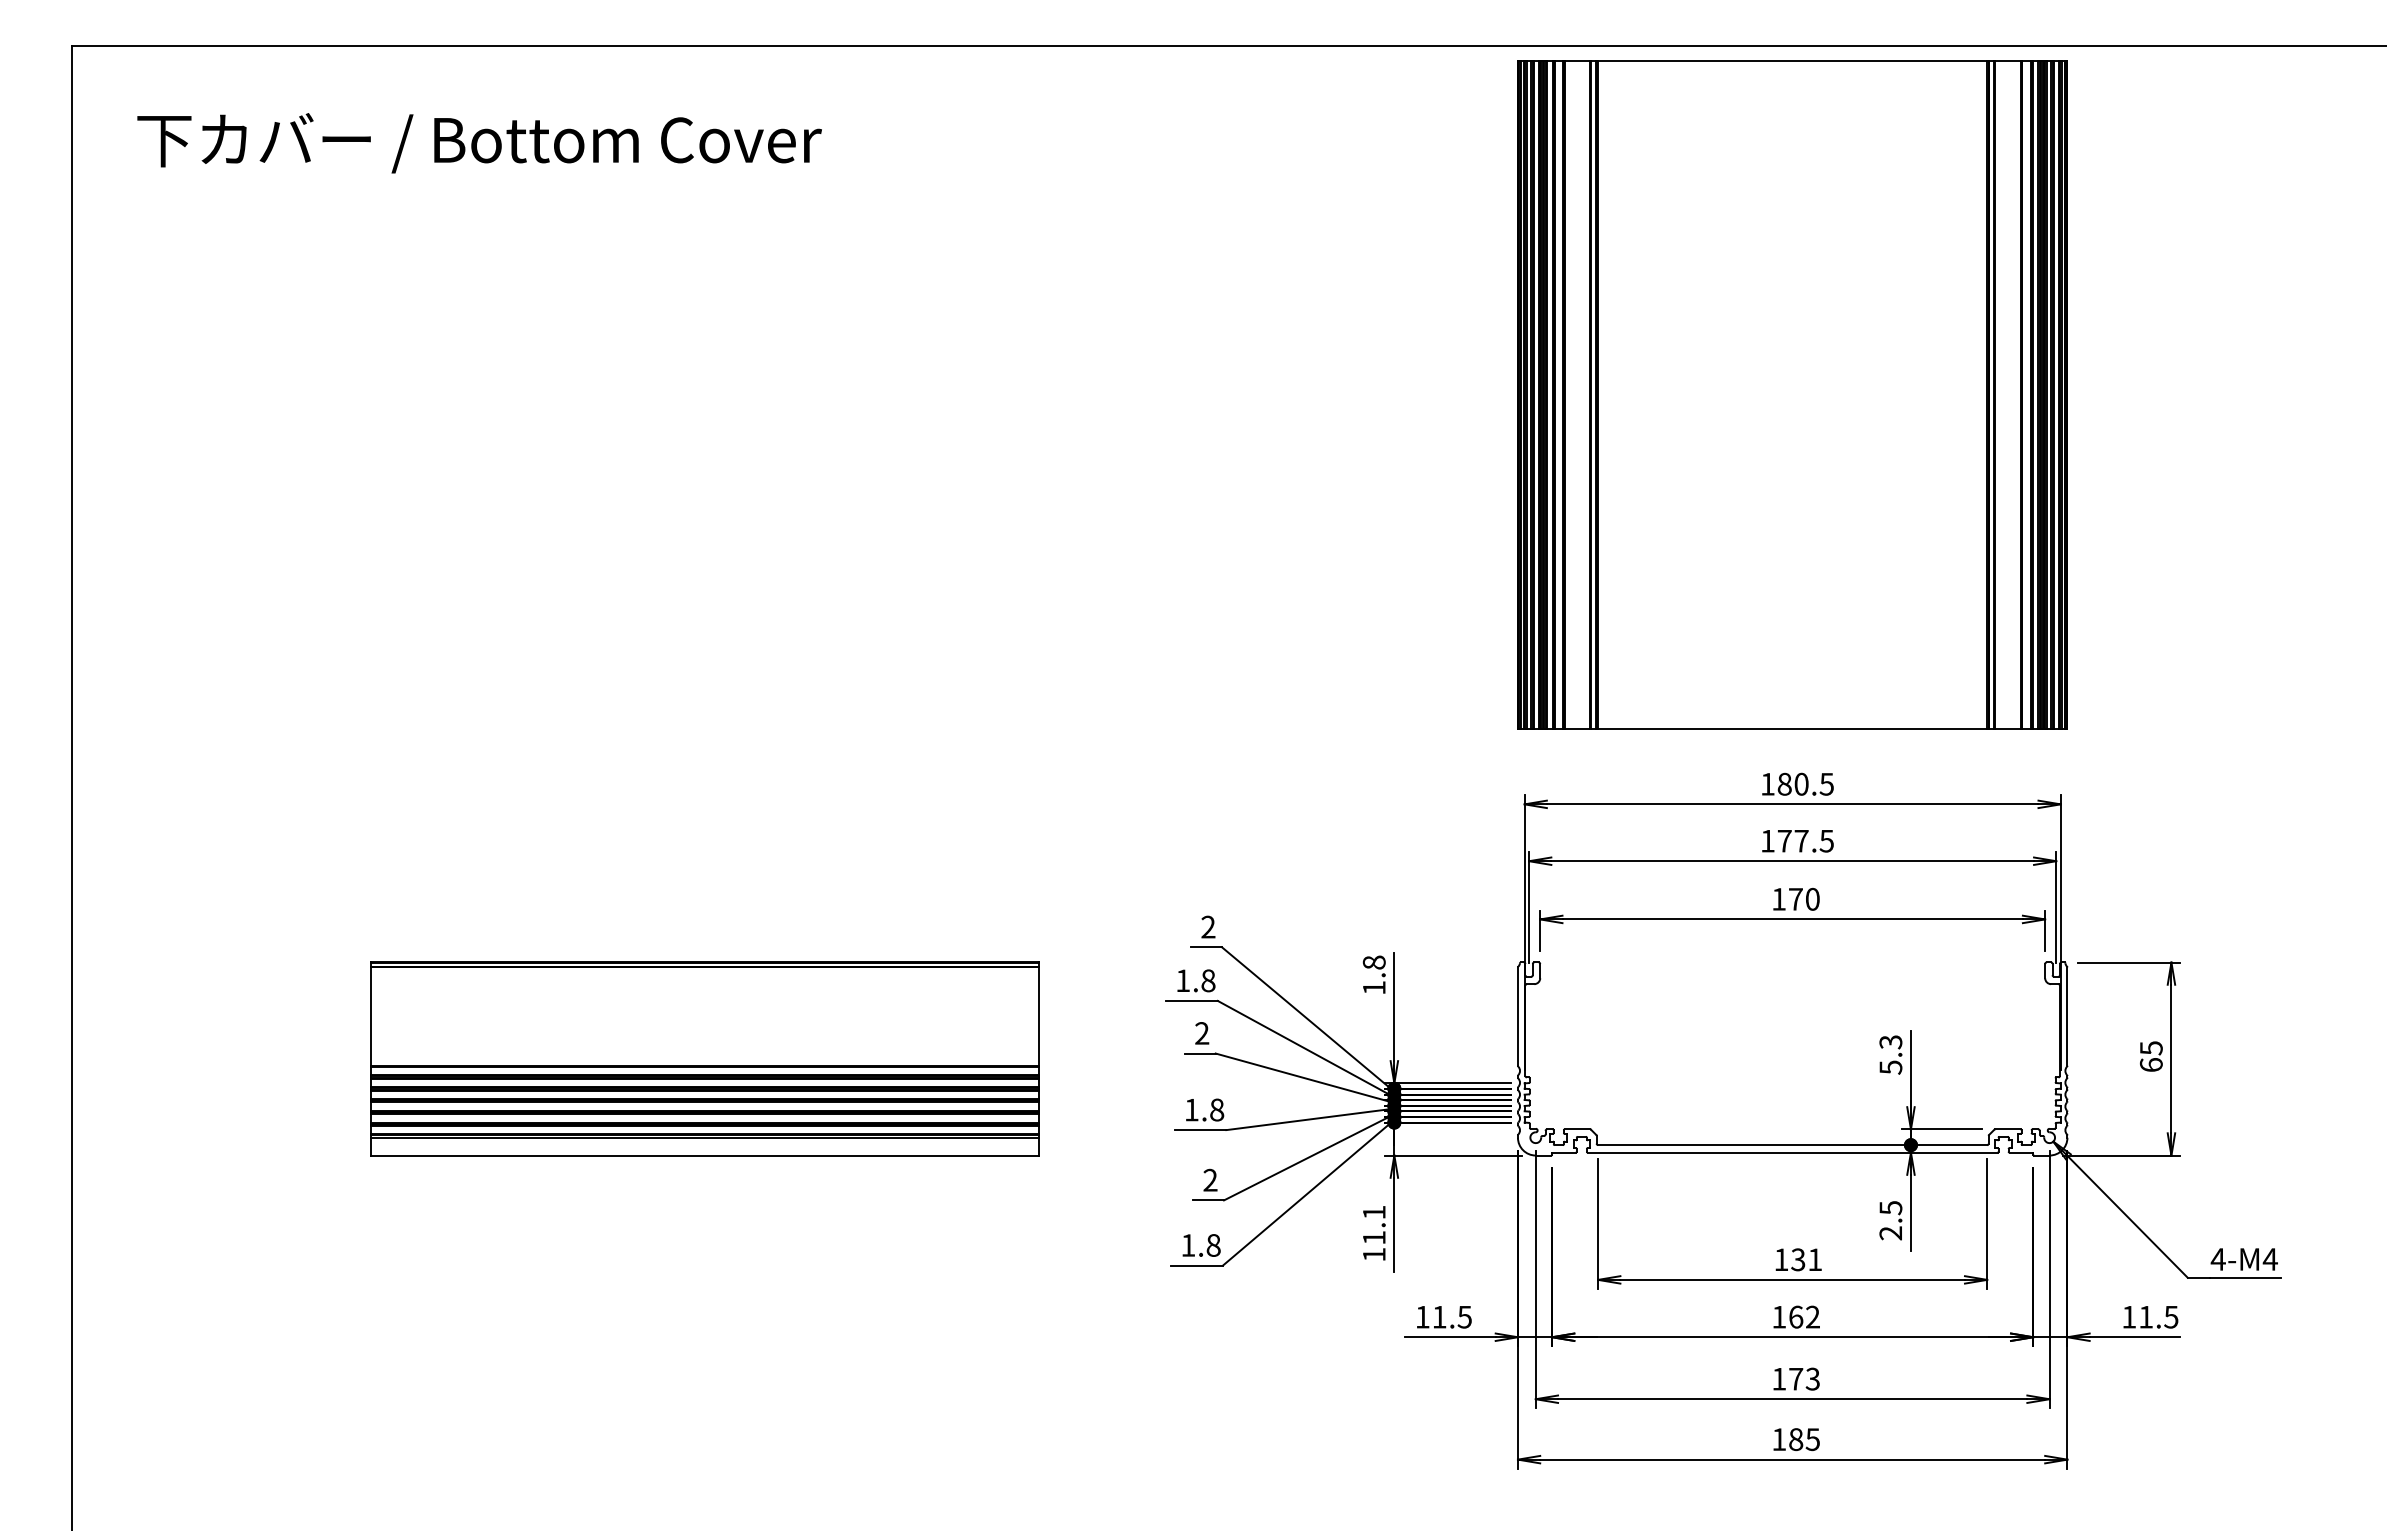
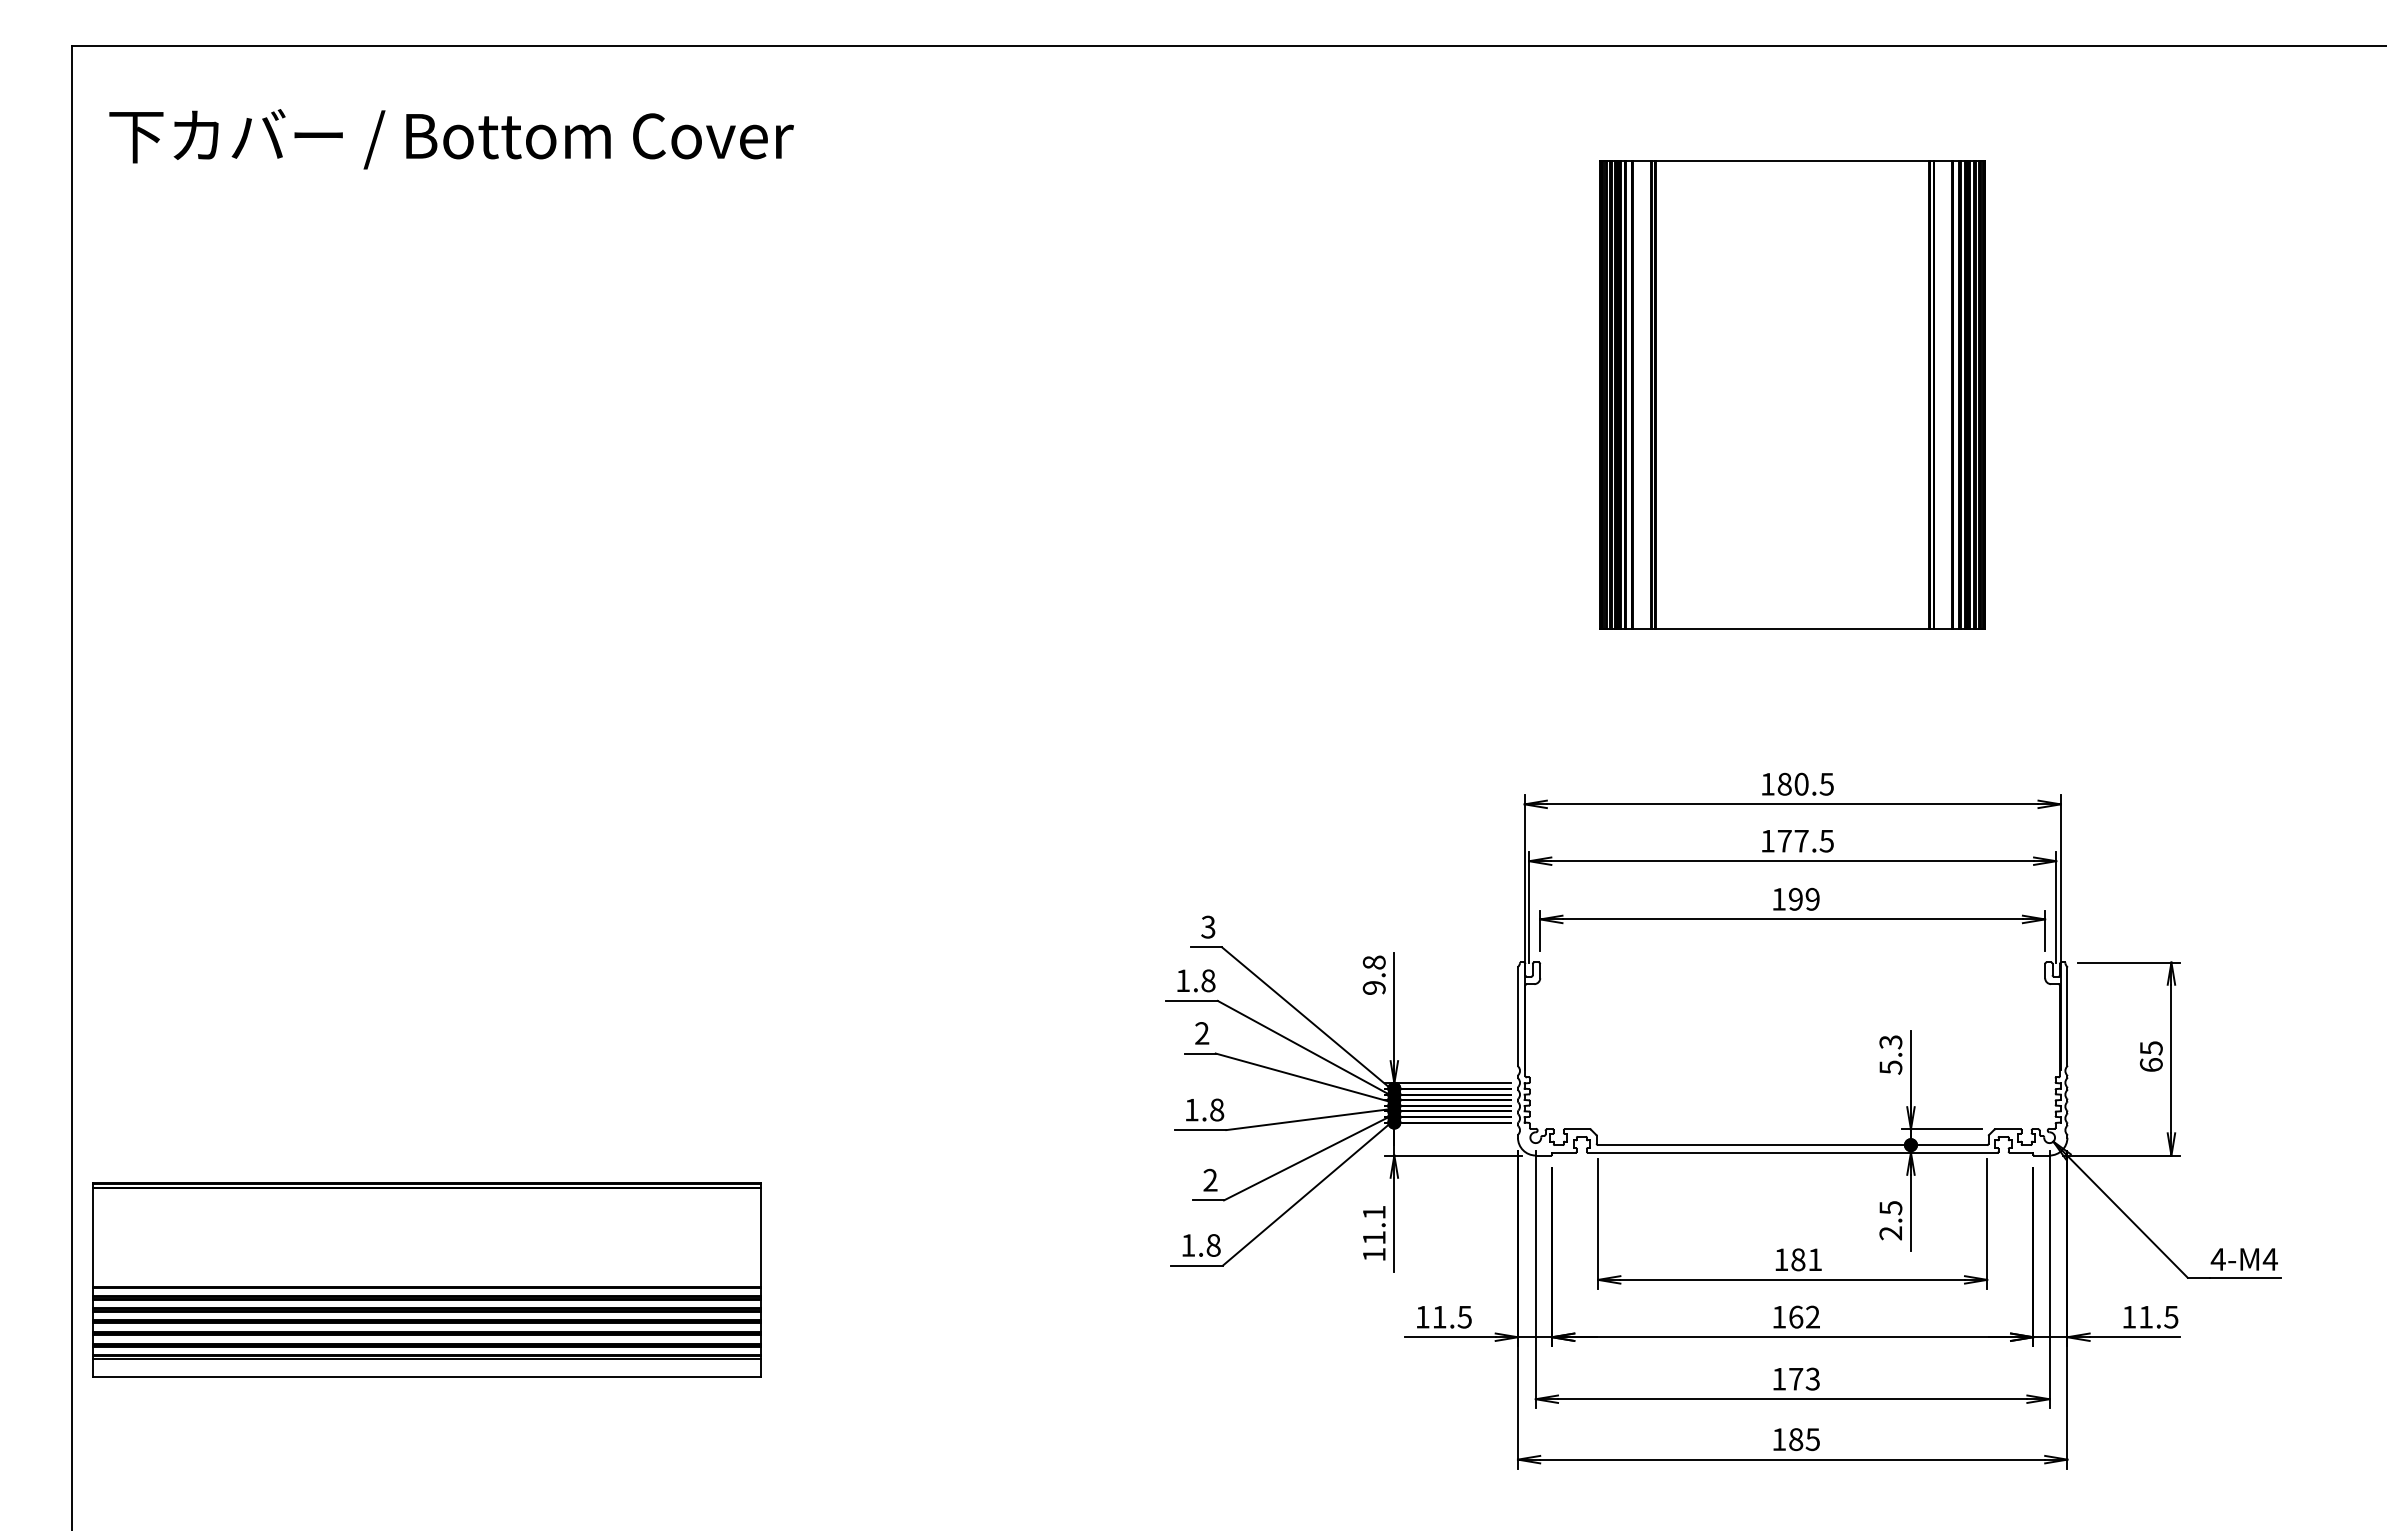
text at (479, 143) position: (479, 143) -> (451, 139)
part at (1792, 394) size: 551x670 px -> 387x470 px
text at (1804, 898): 170 -> 199
text at (1208, 927): 2 -> 3
text at (1373, 987): 1.8 -> 9.8
part at (704, 1058) position: (704, 1058) -> (426, 1279)
text at (1798, 1259): 131 -> 181
